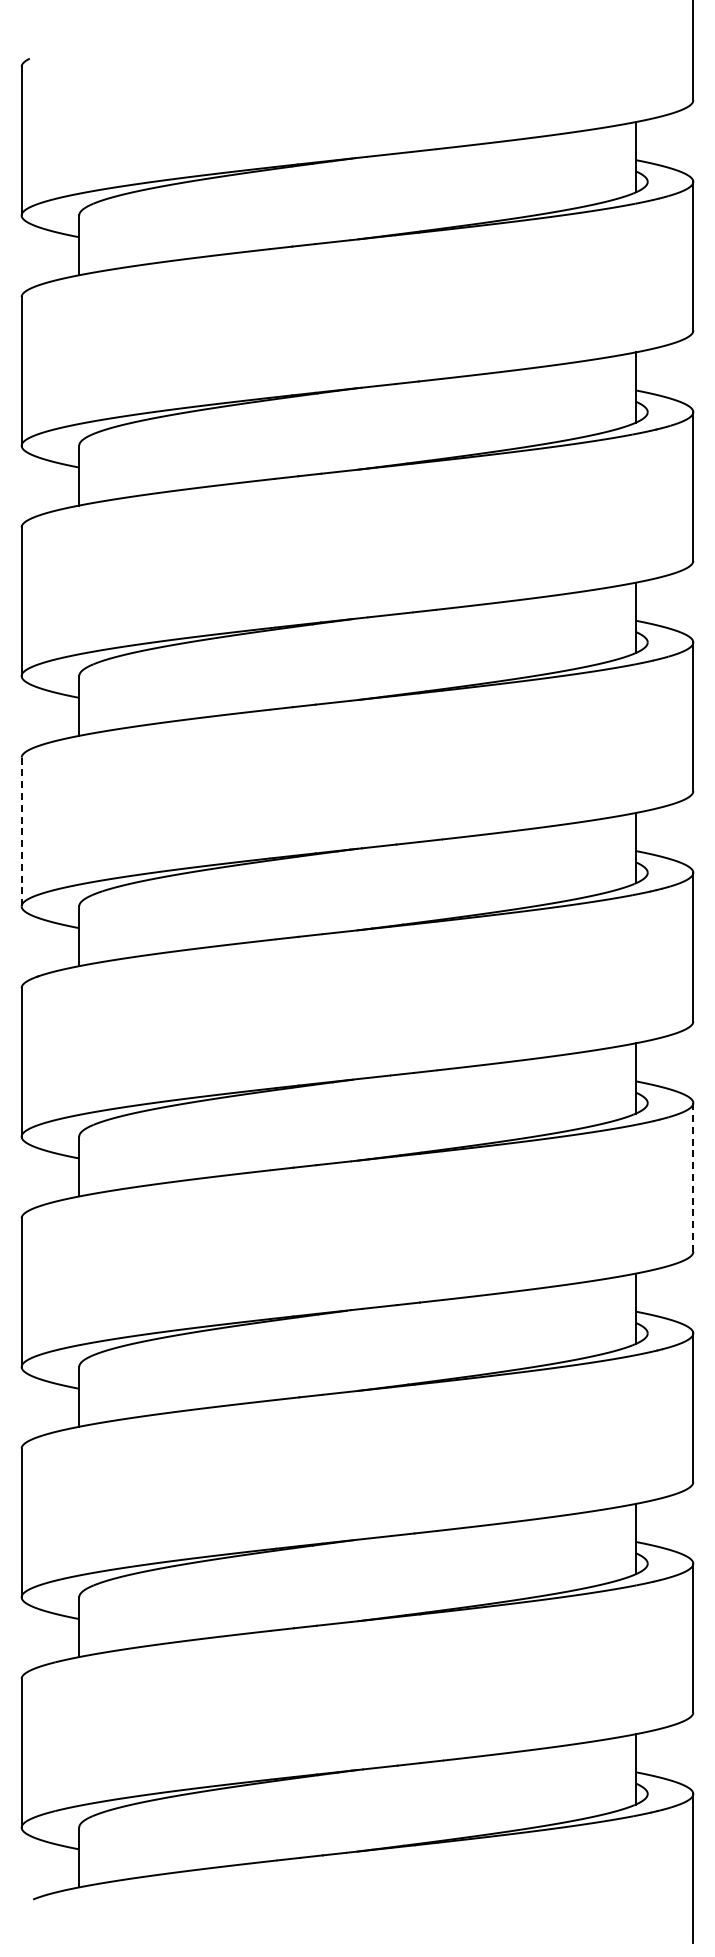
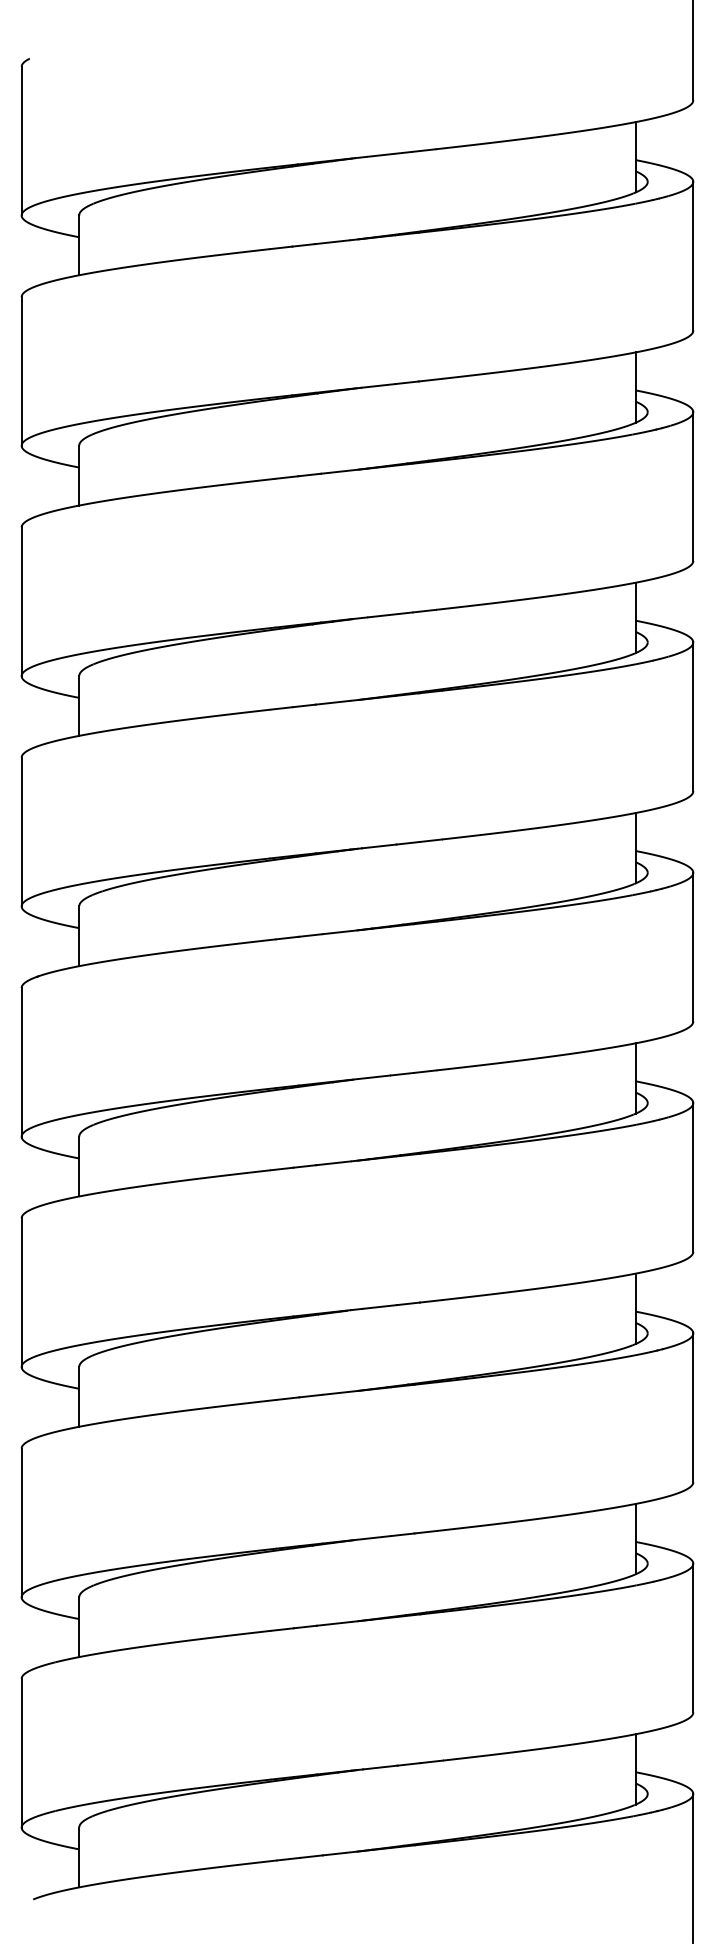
line at (21, 832): dashed -> solid
line at (693, 1176): dashed -> solid
